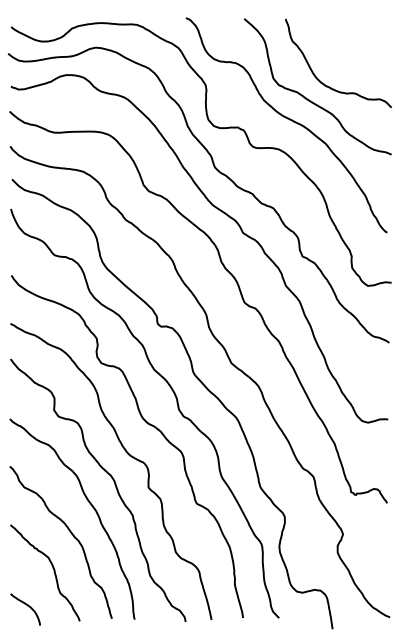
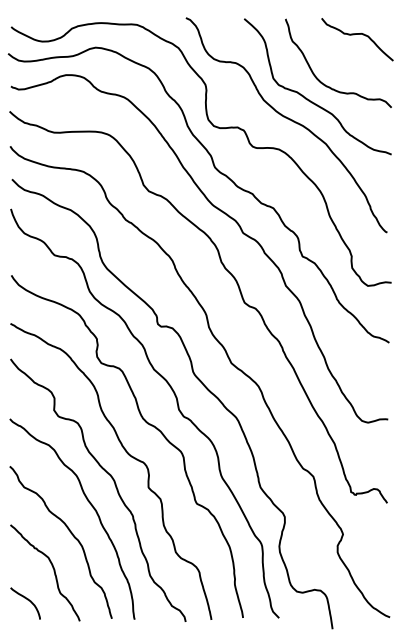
curve at (357, 34): none -> present
curve at (27, 606) position: (27, 606) -> (27, 600)
